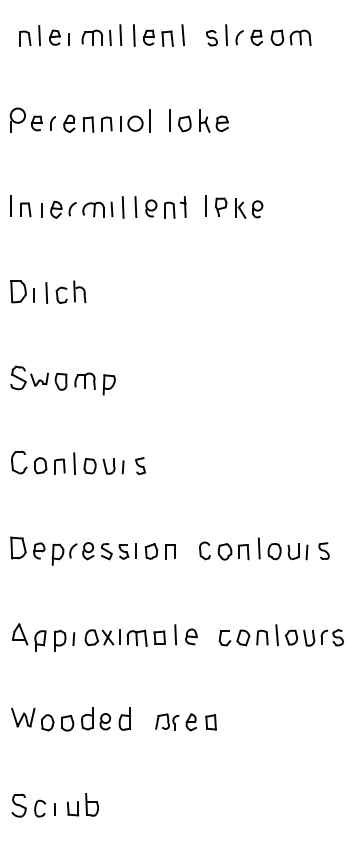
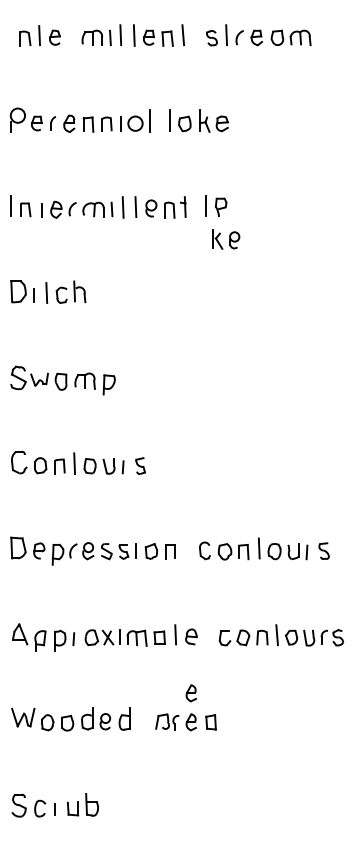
line at (68, 39): present -> none
part at (249, 208) position: (249, 208) -> (226, 239)
part at (190, 693): none -> present
